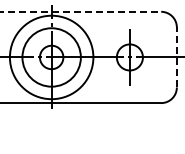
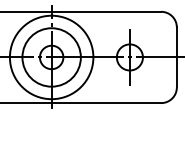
line at (81, 11): dashed -> solid
line at (176, 57): dashed -> solid
